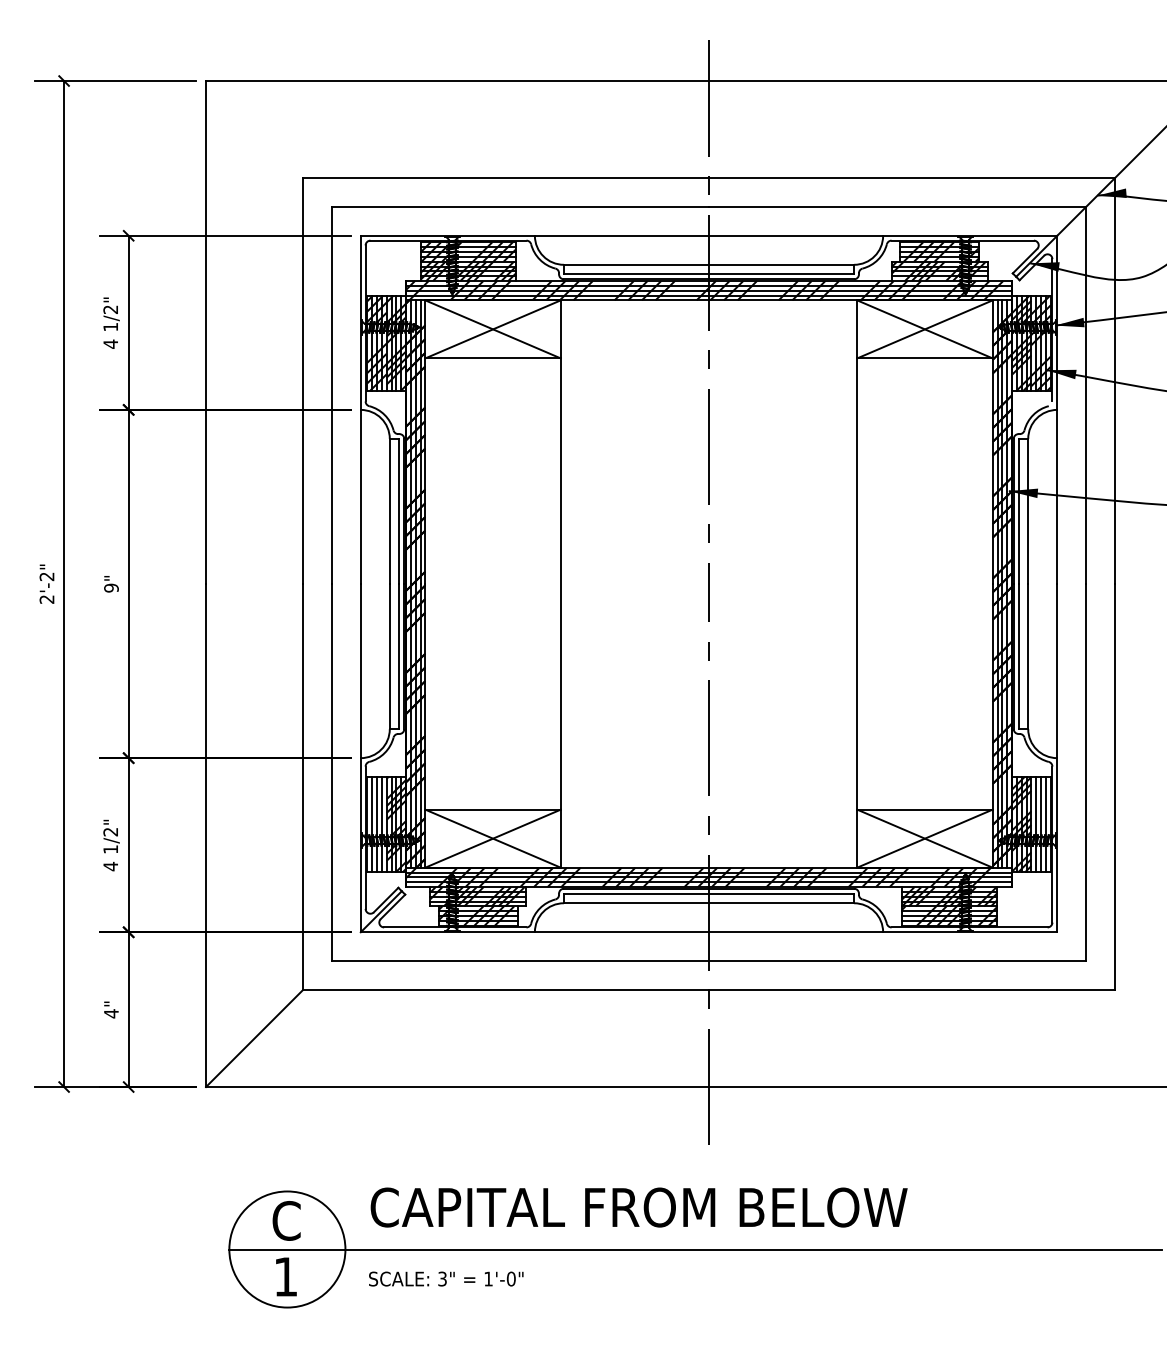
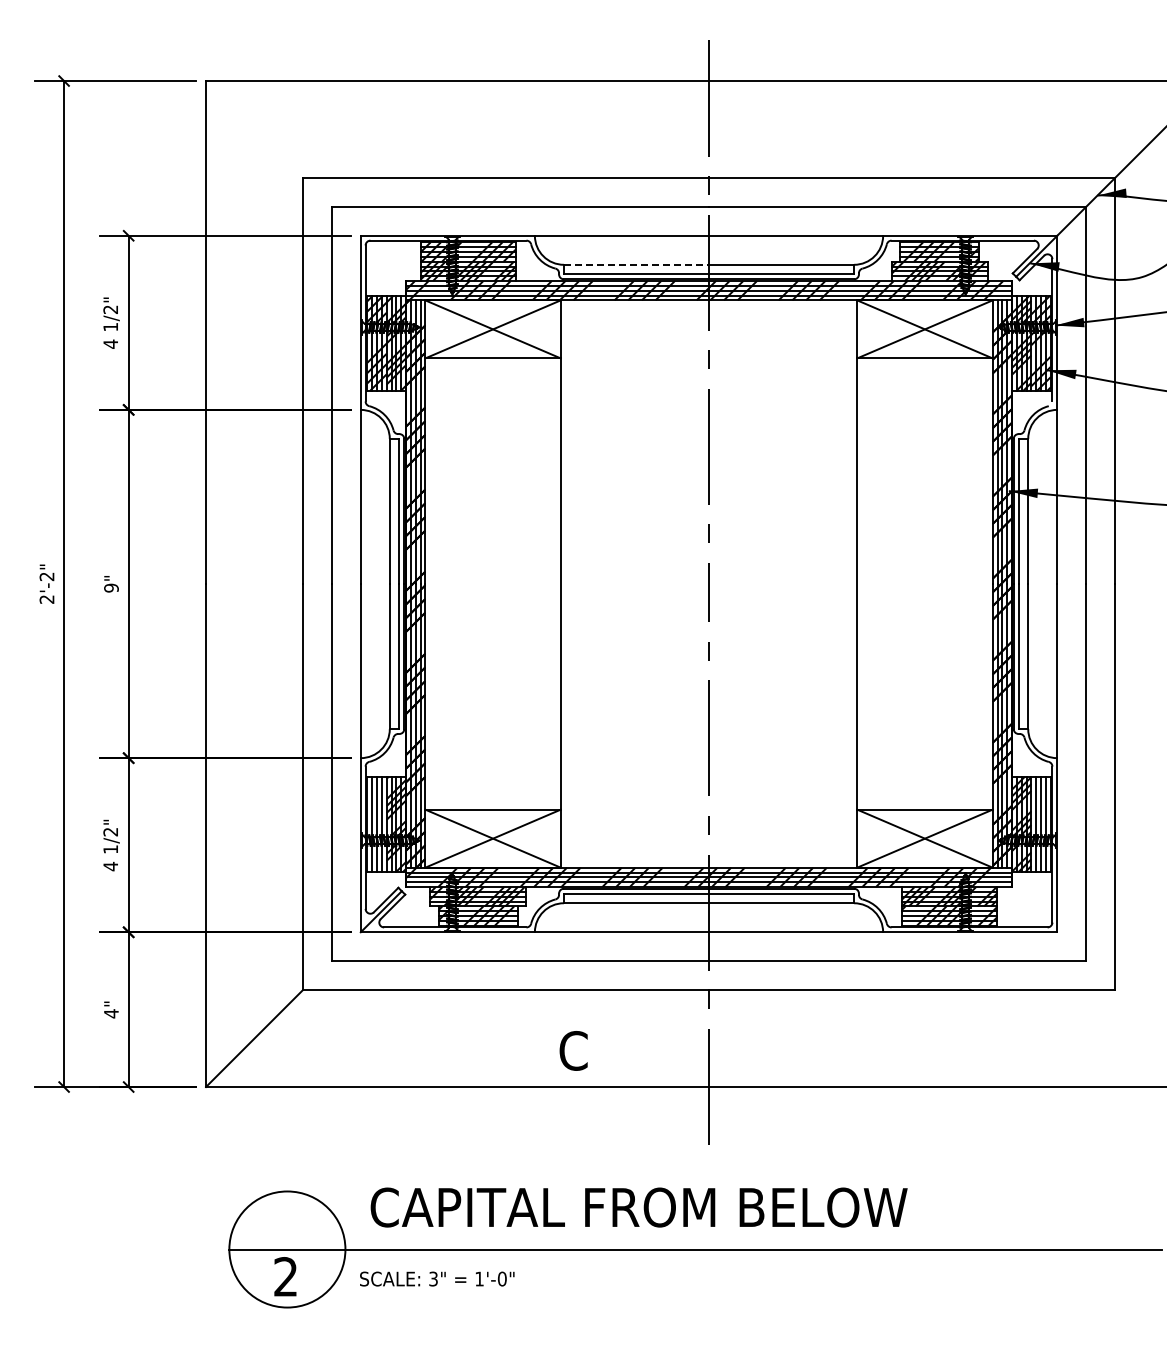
line at (636, 264): solid -> dashed
text at (286, 1220) position: (286, 1220) -> (573, 1050)
text at (285, 1276): 1 -> 2
text at (446, 1278) position: (446, 1278) -> (437, 1278)
